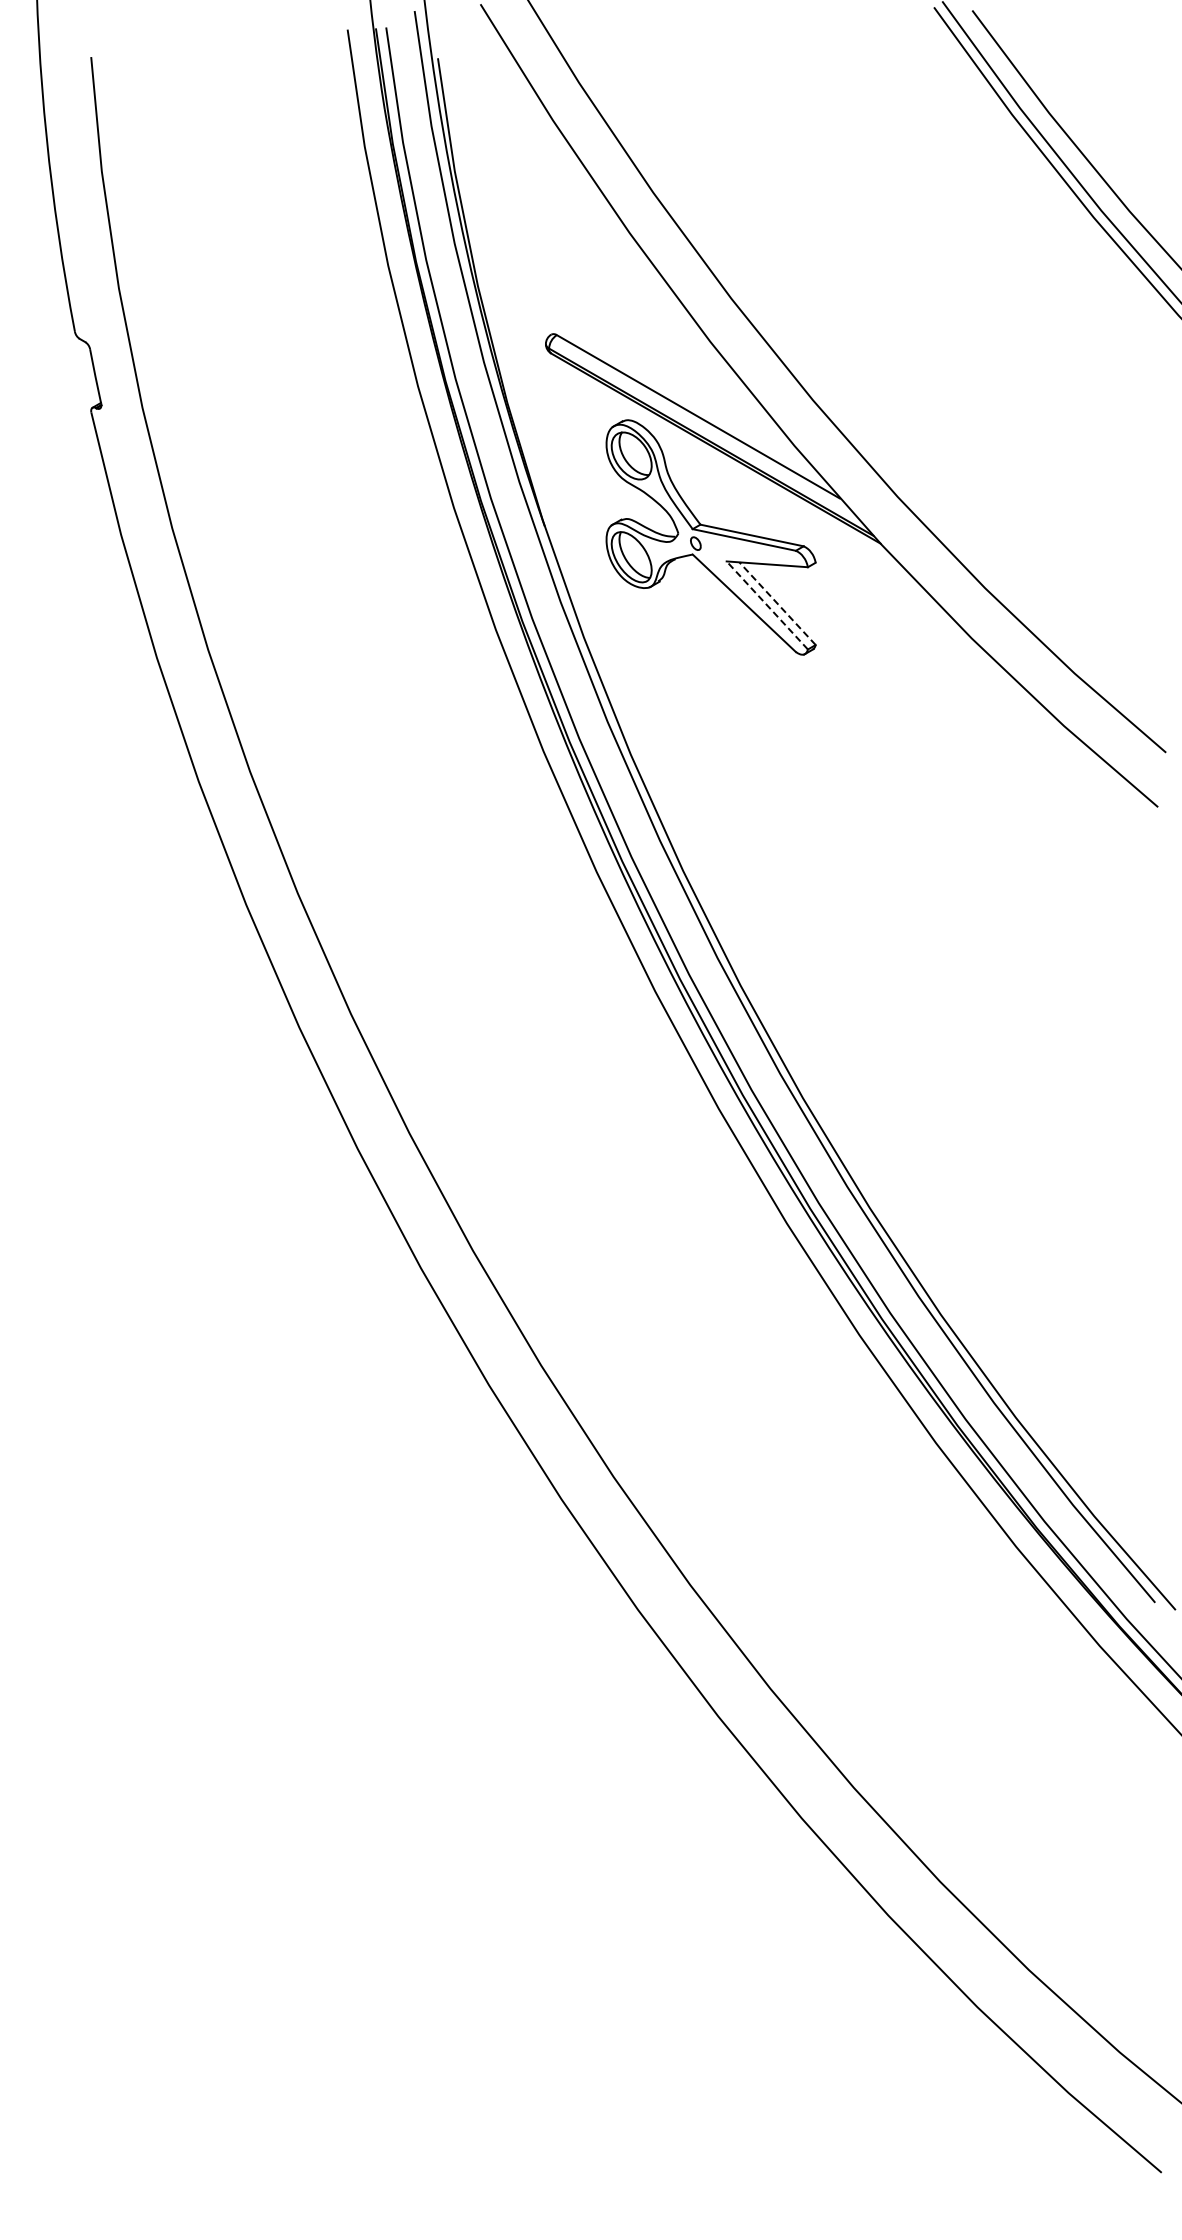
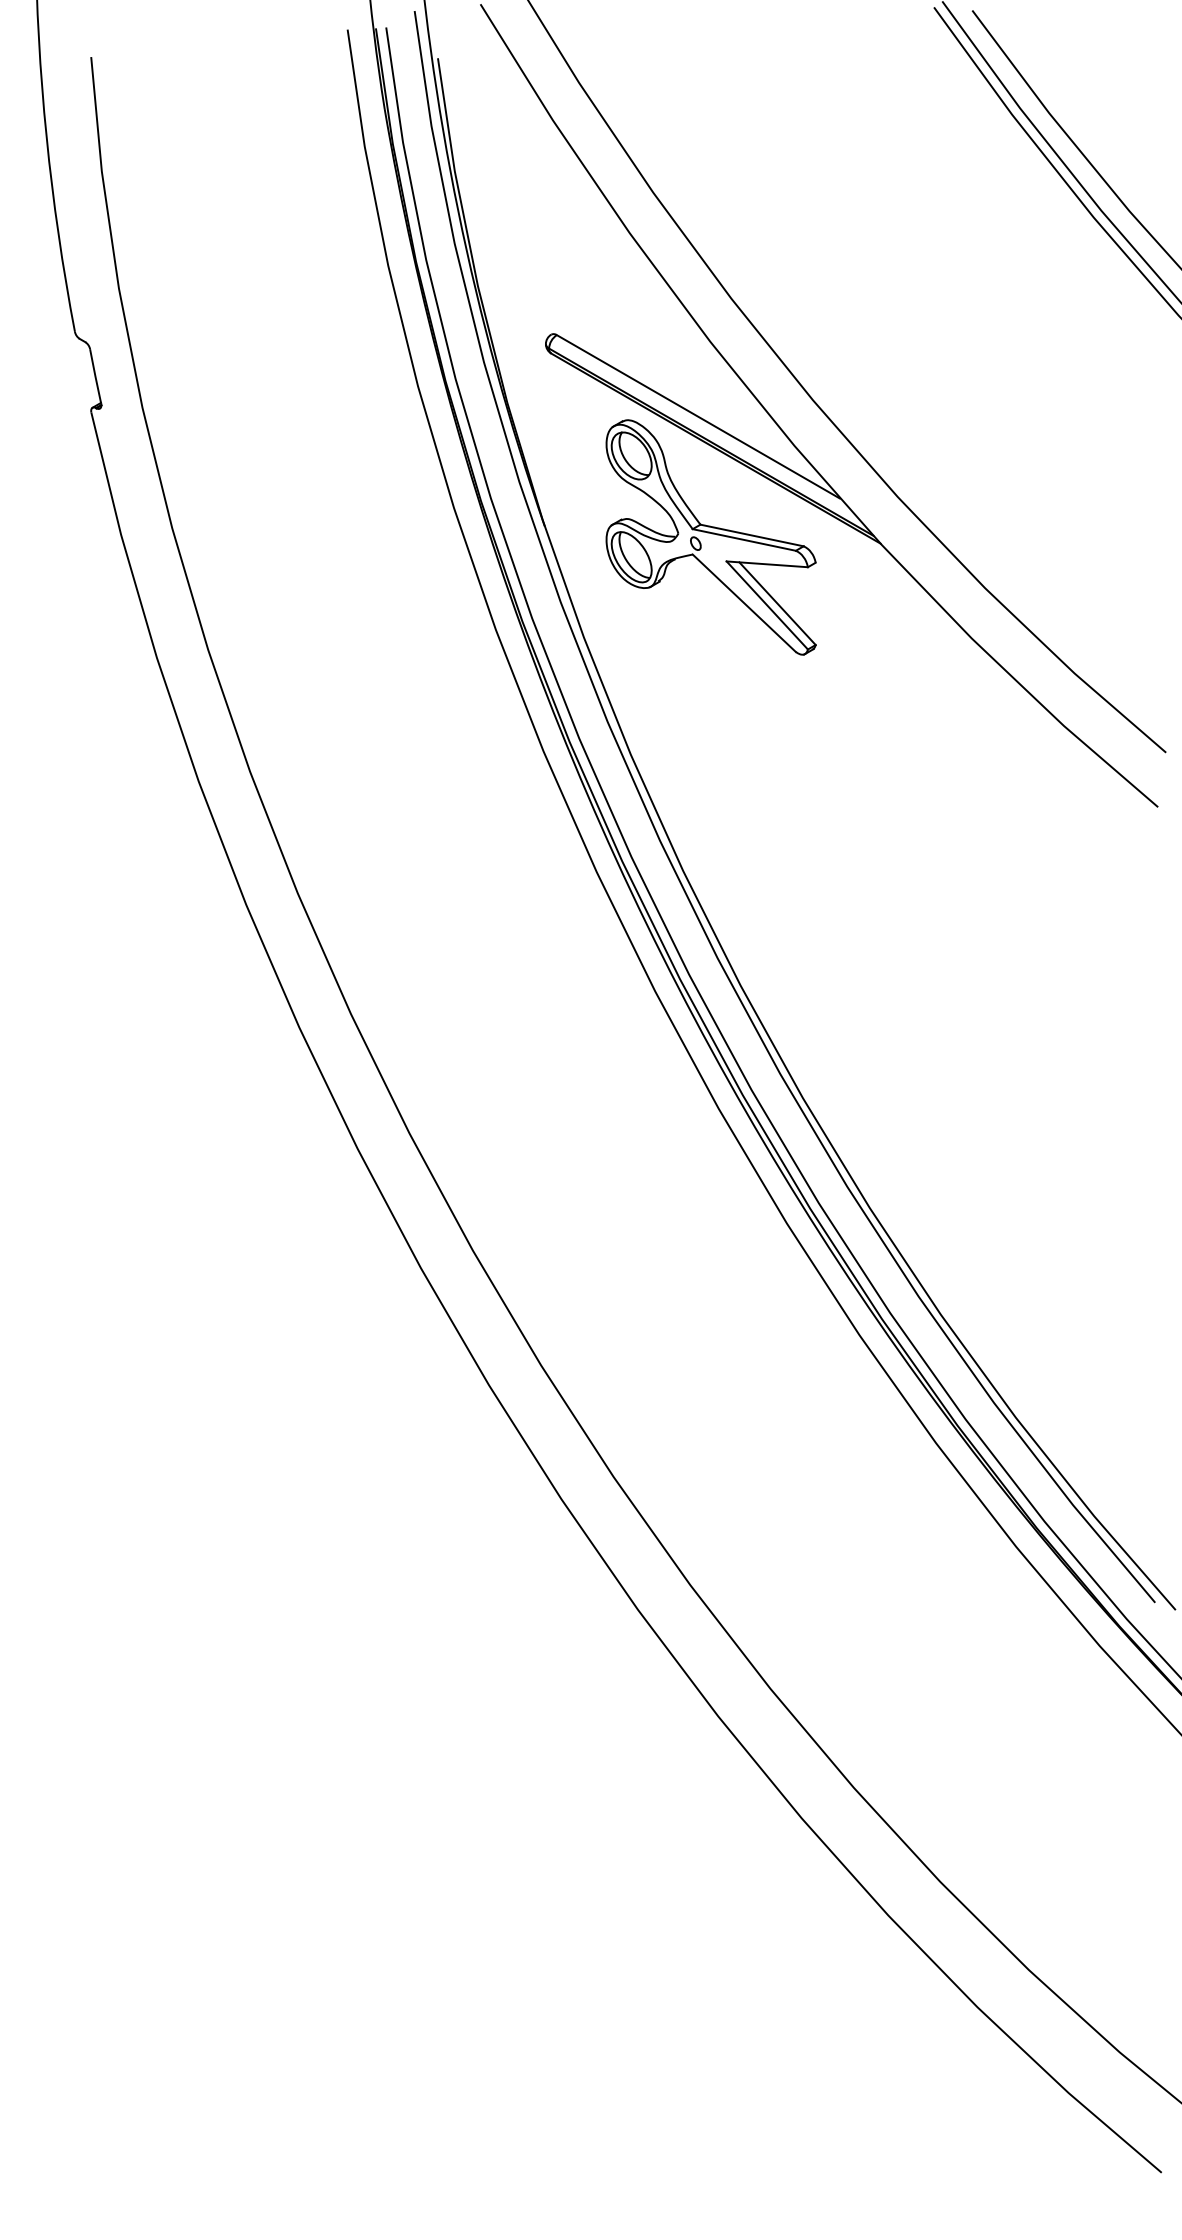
line at (777, 603): dashed -> solid
line at (767, 605): dashed -> solid
